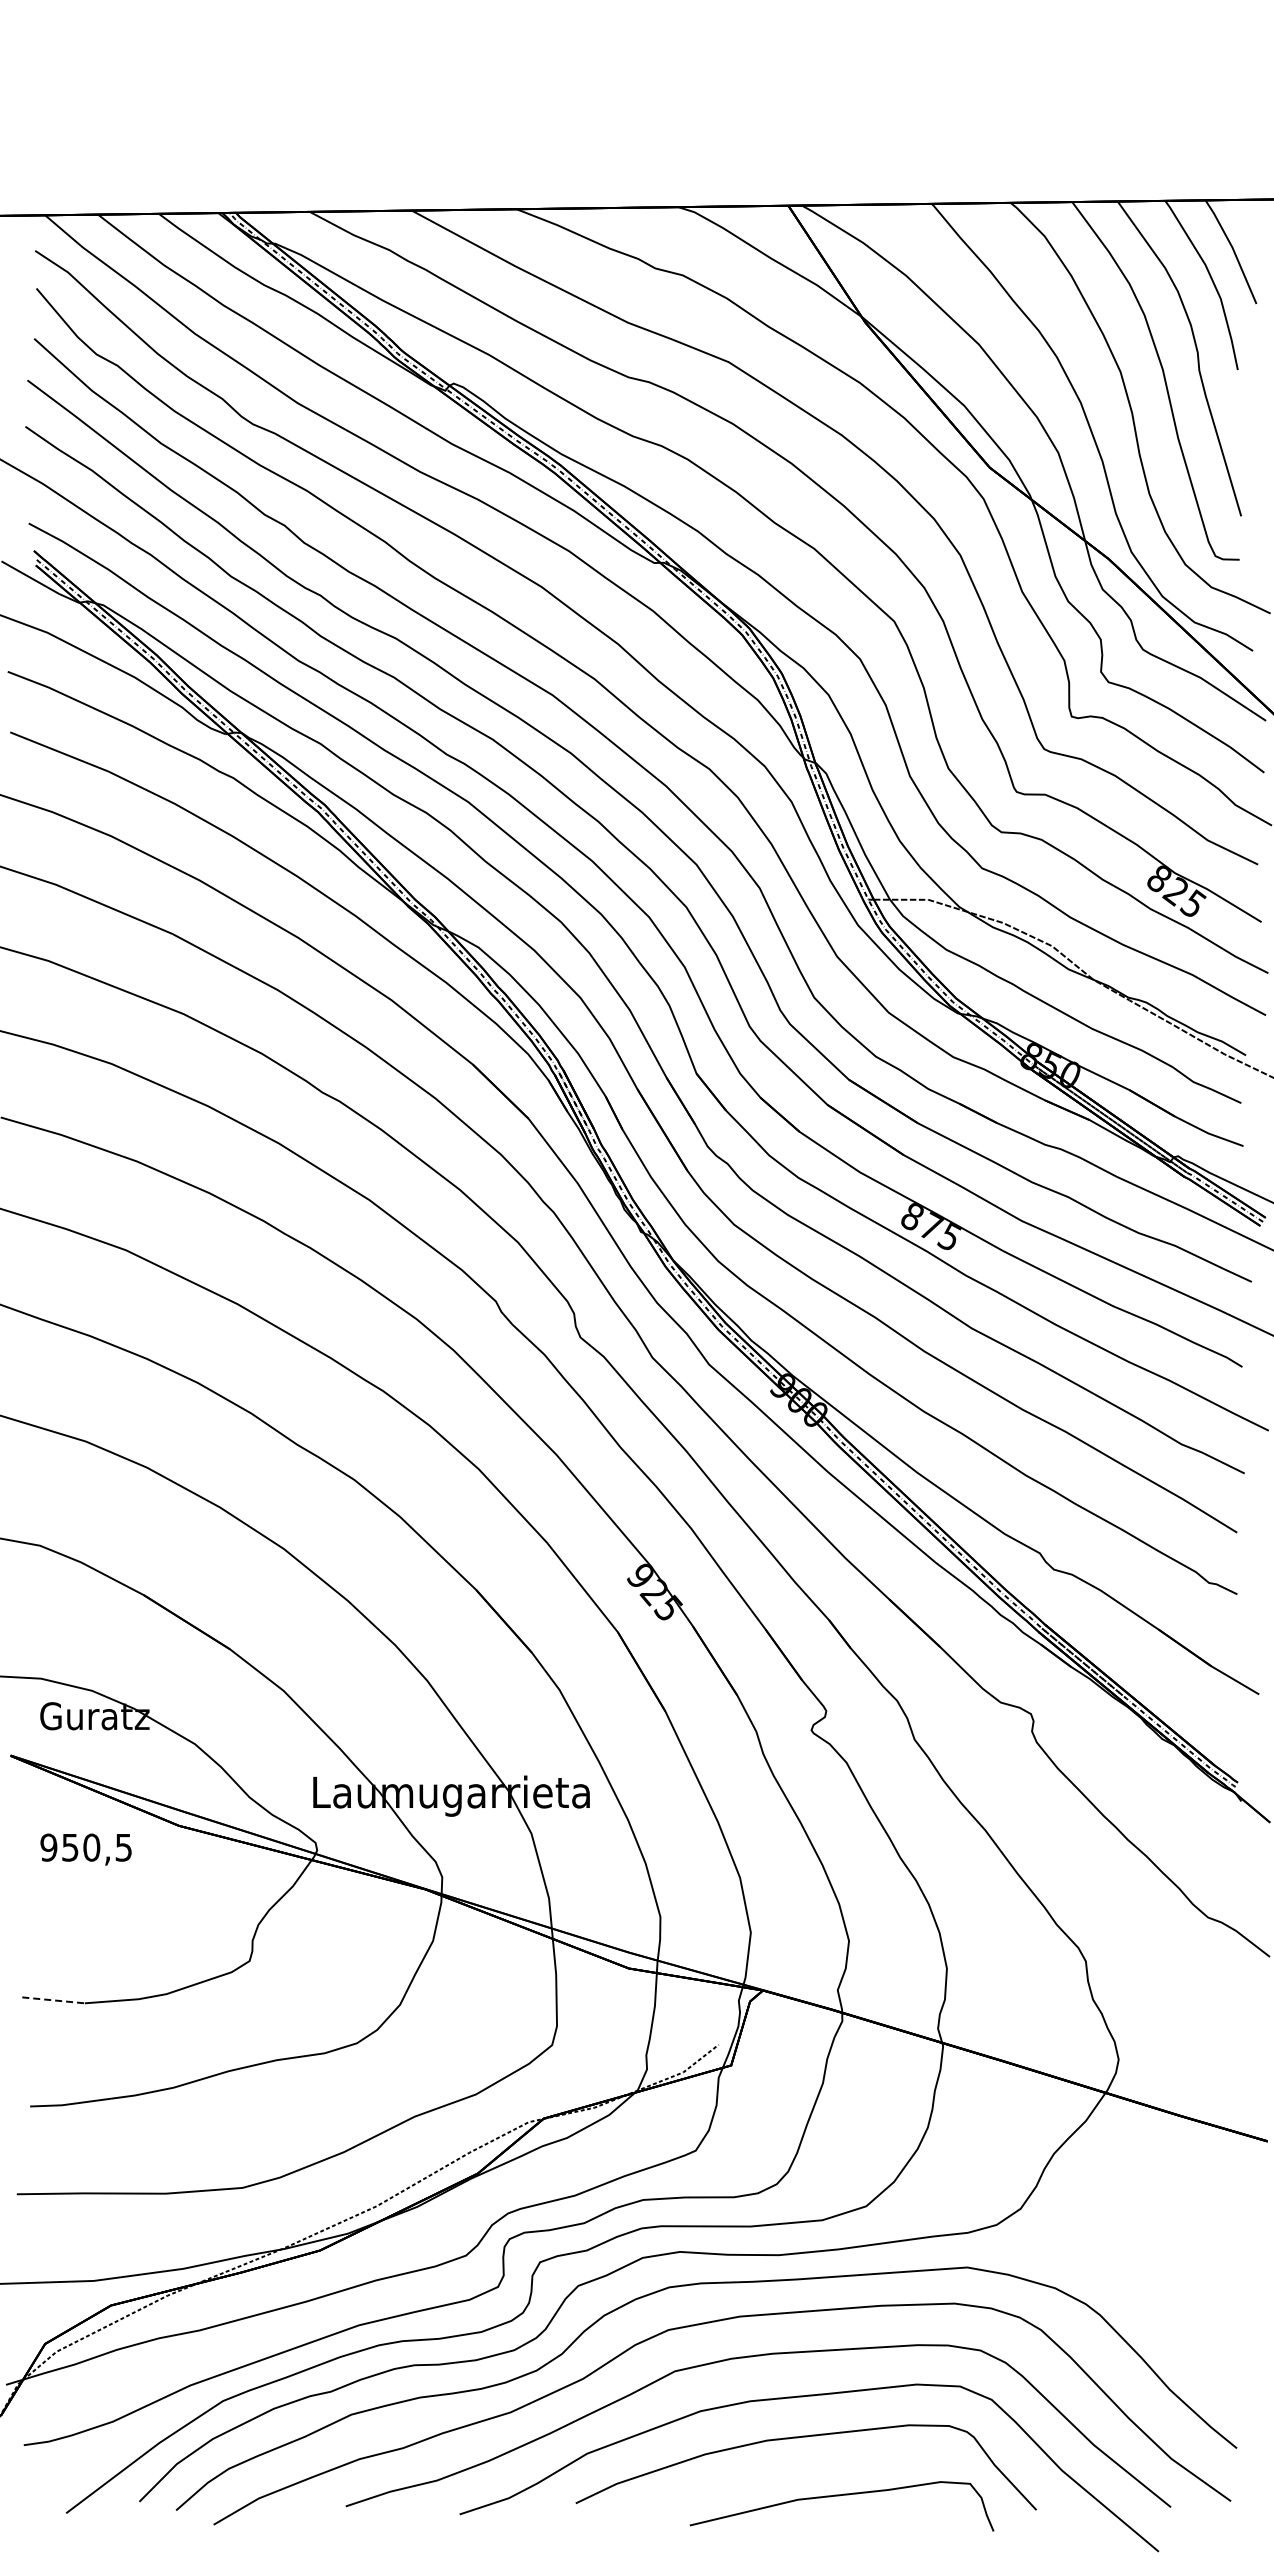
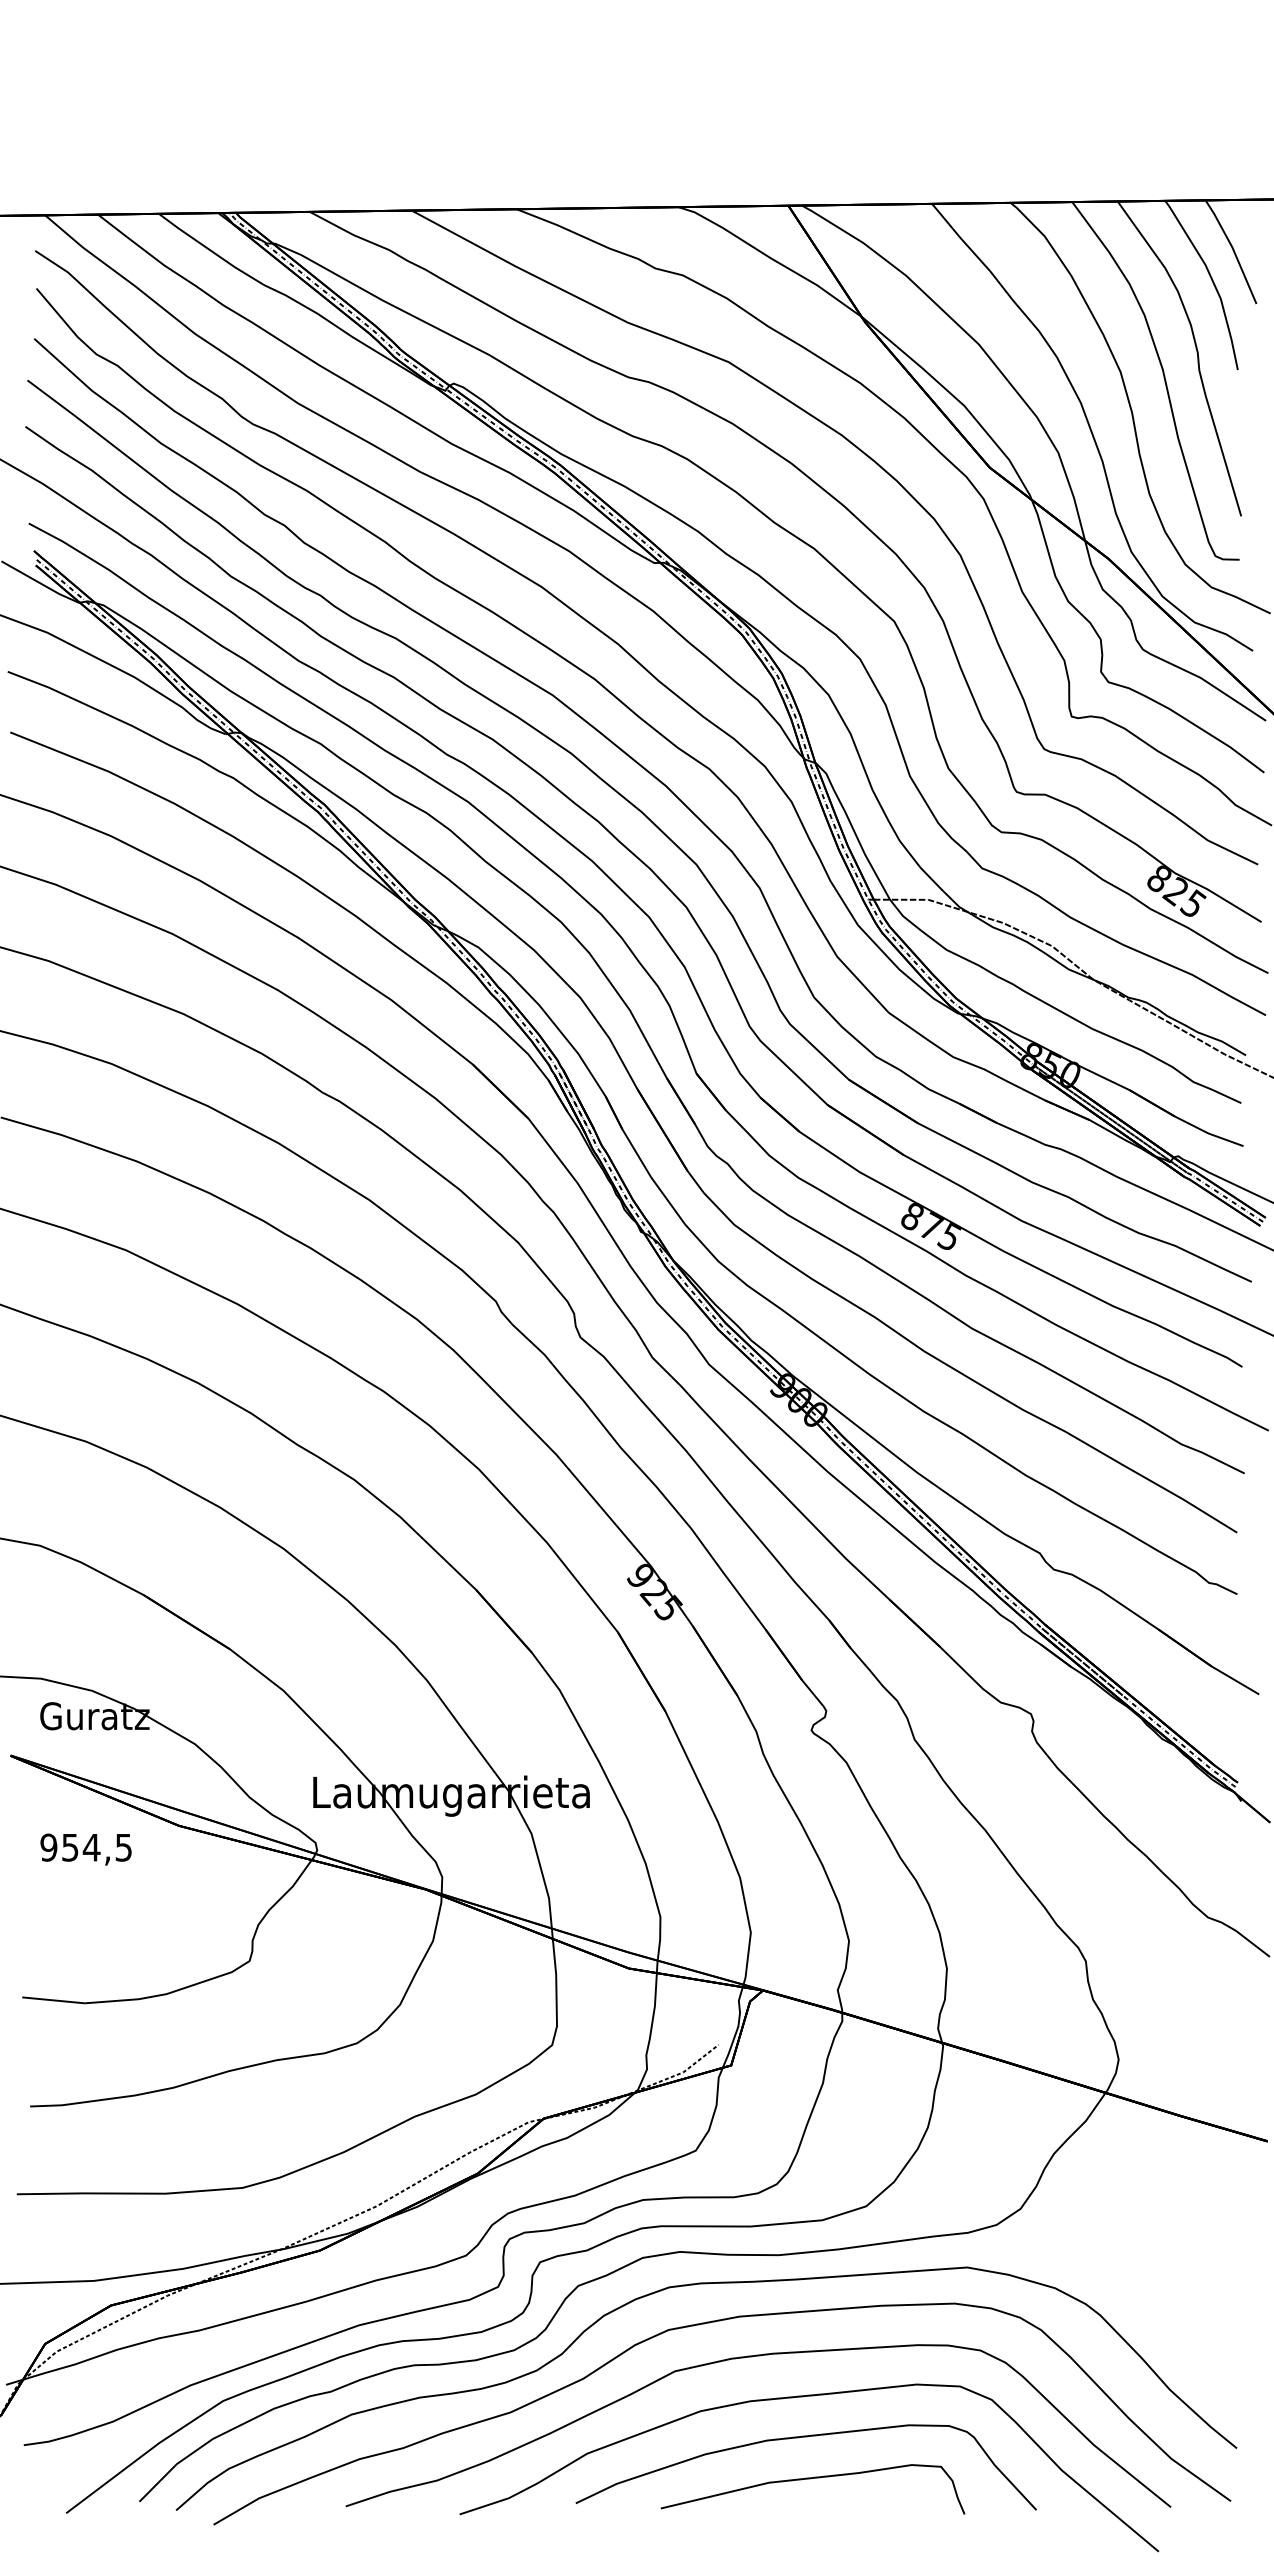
text at (91, 1847): 950,5 -> 954,5
line at (54, 2000): dashed -> solid
curve at (839, 2496) position: (839, 2496) -> (810, 2479)
